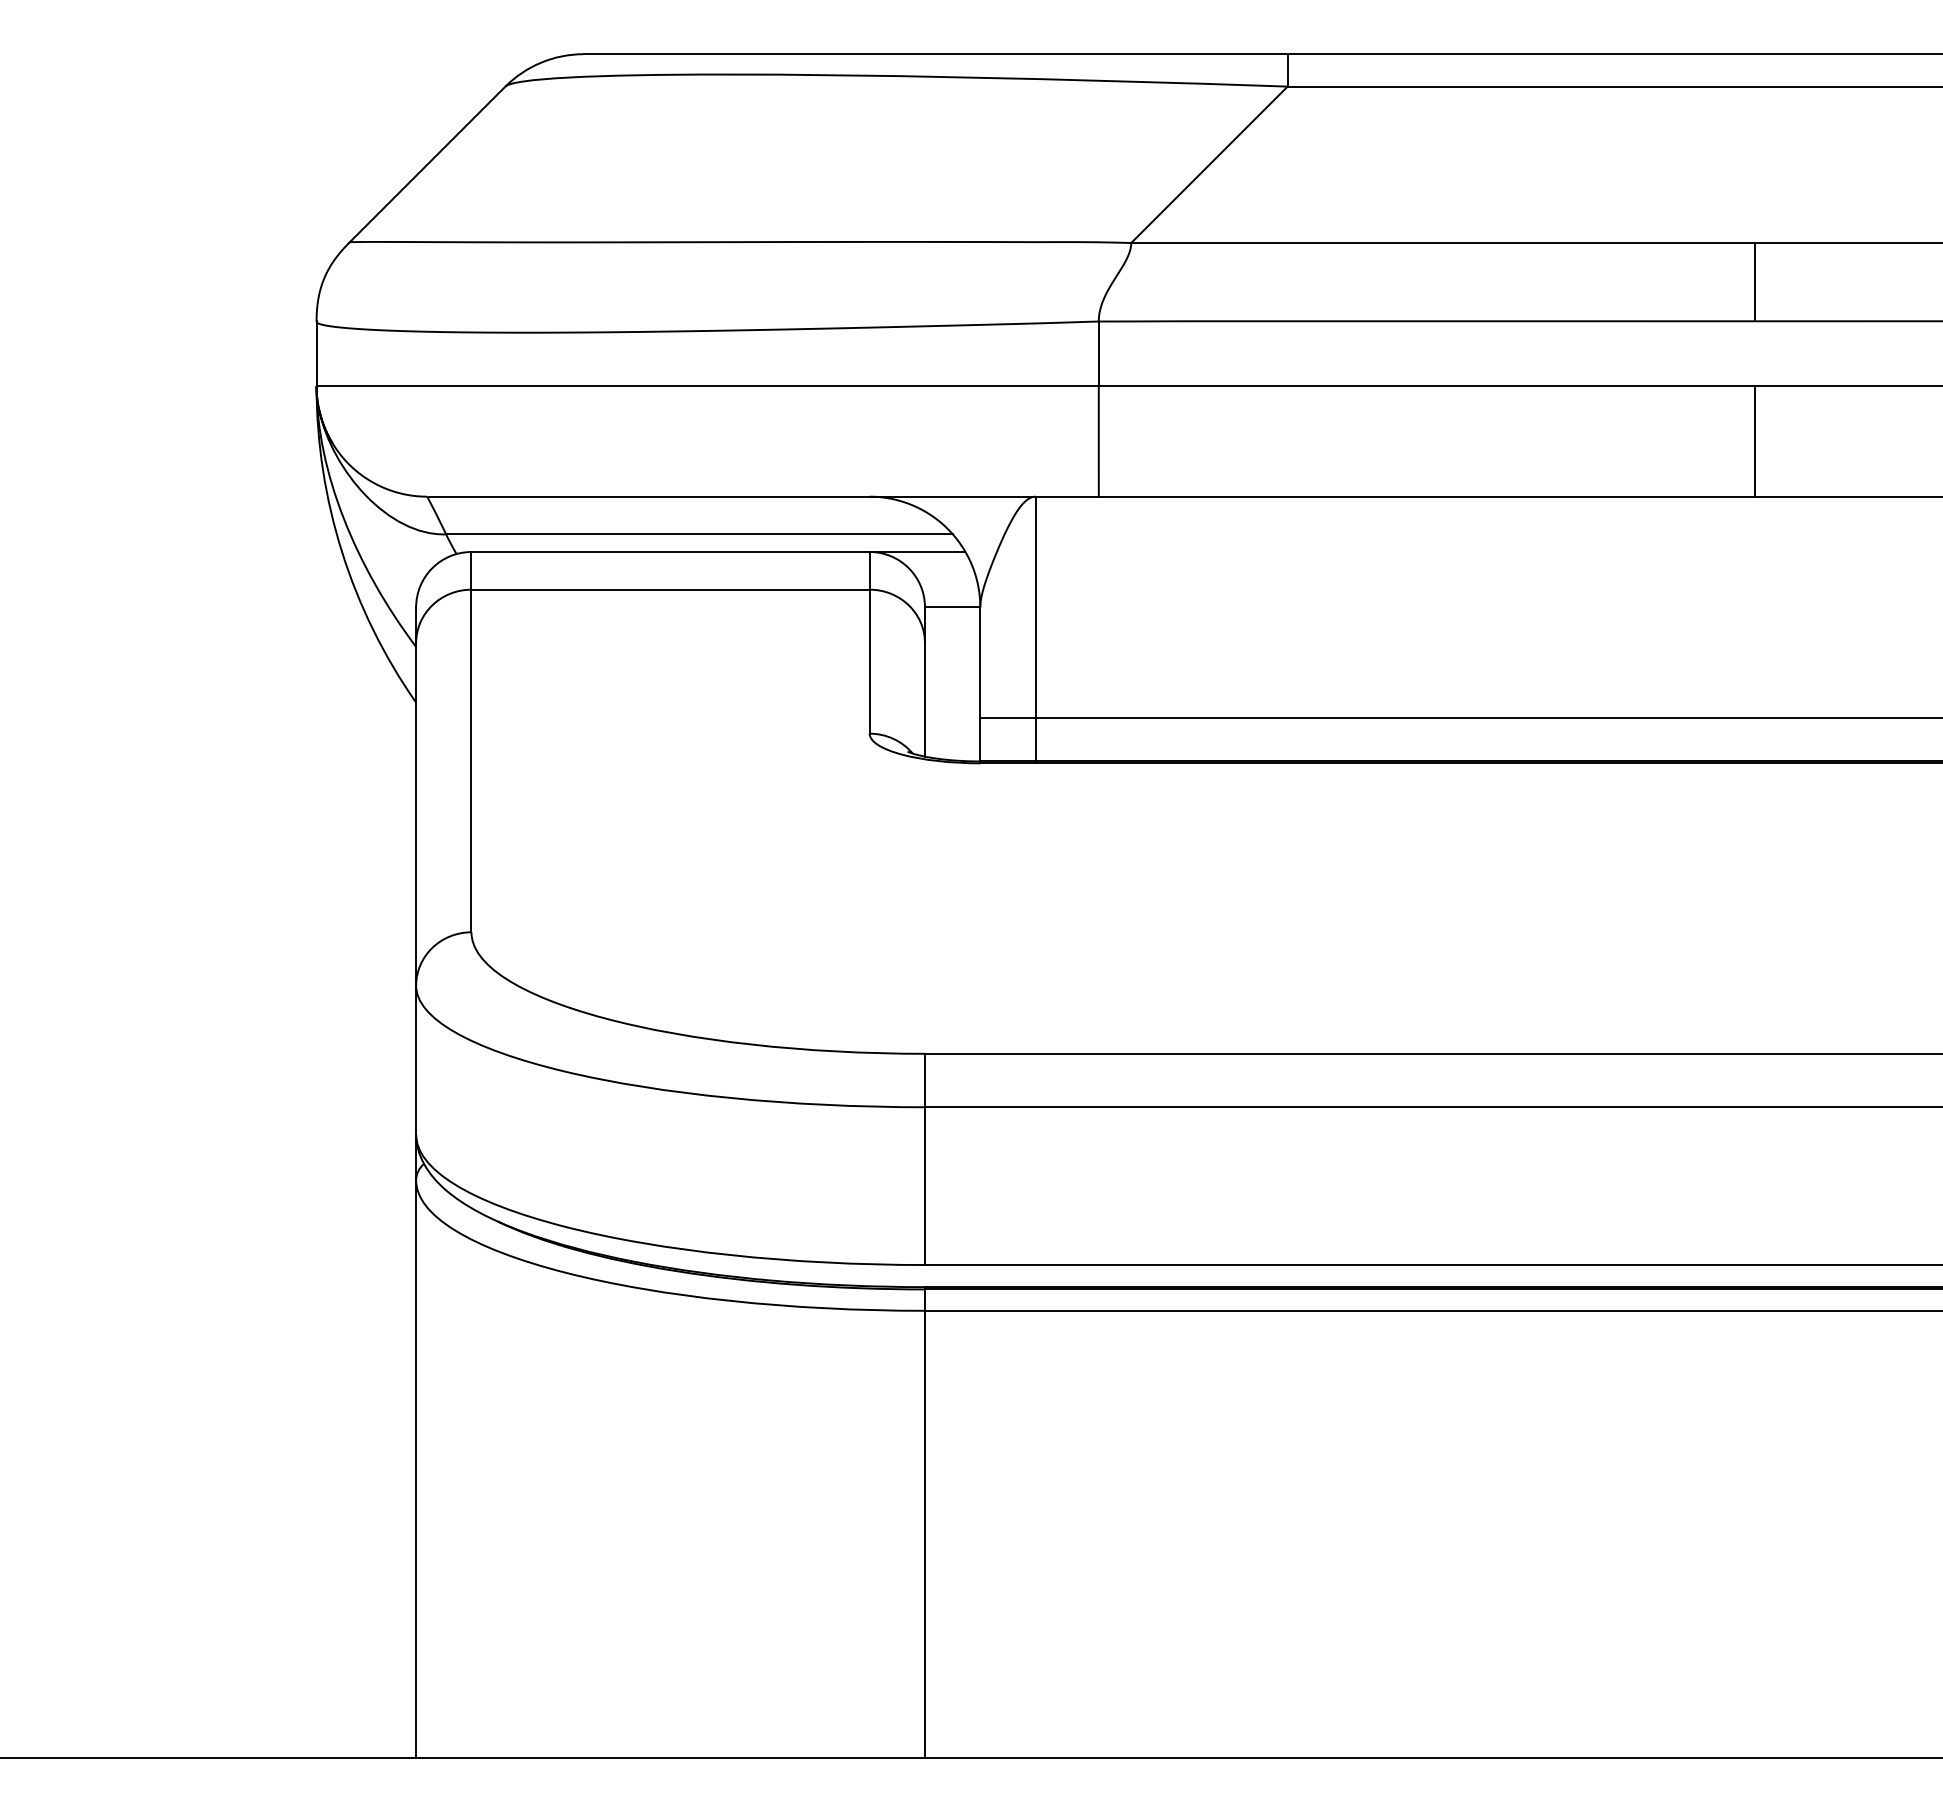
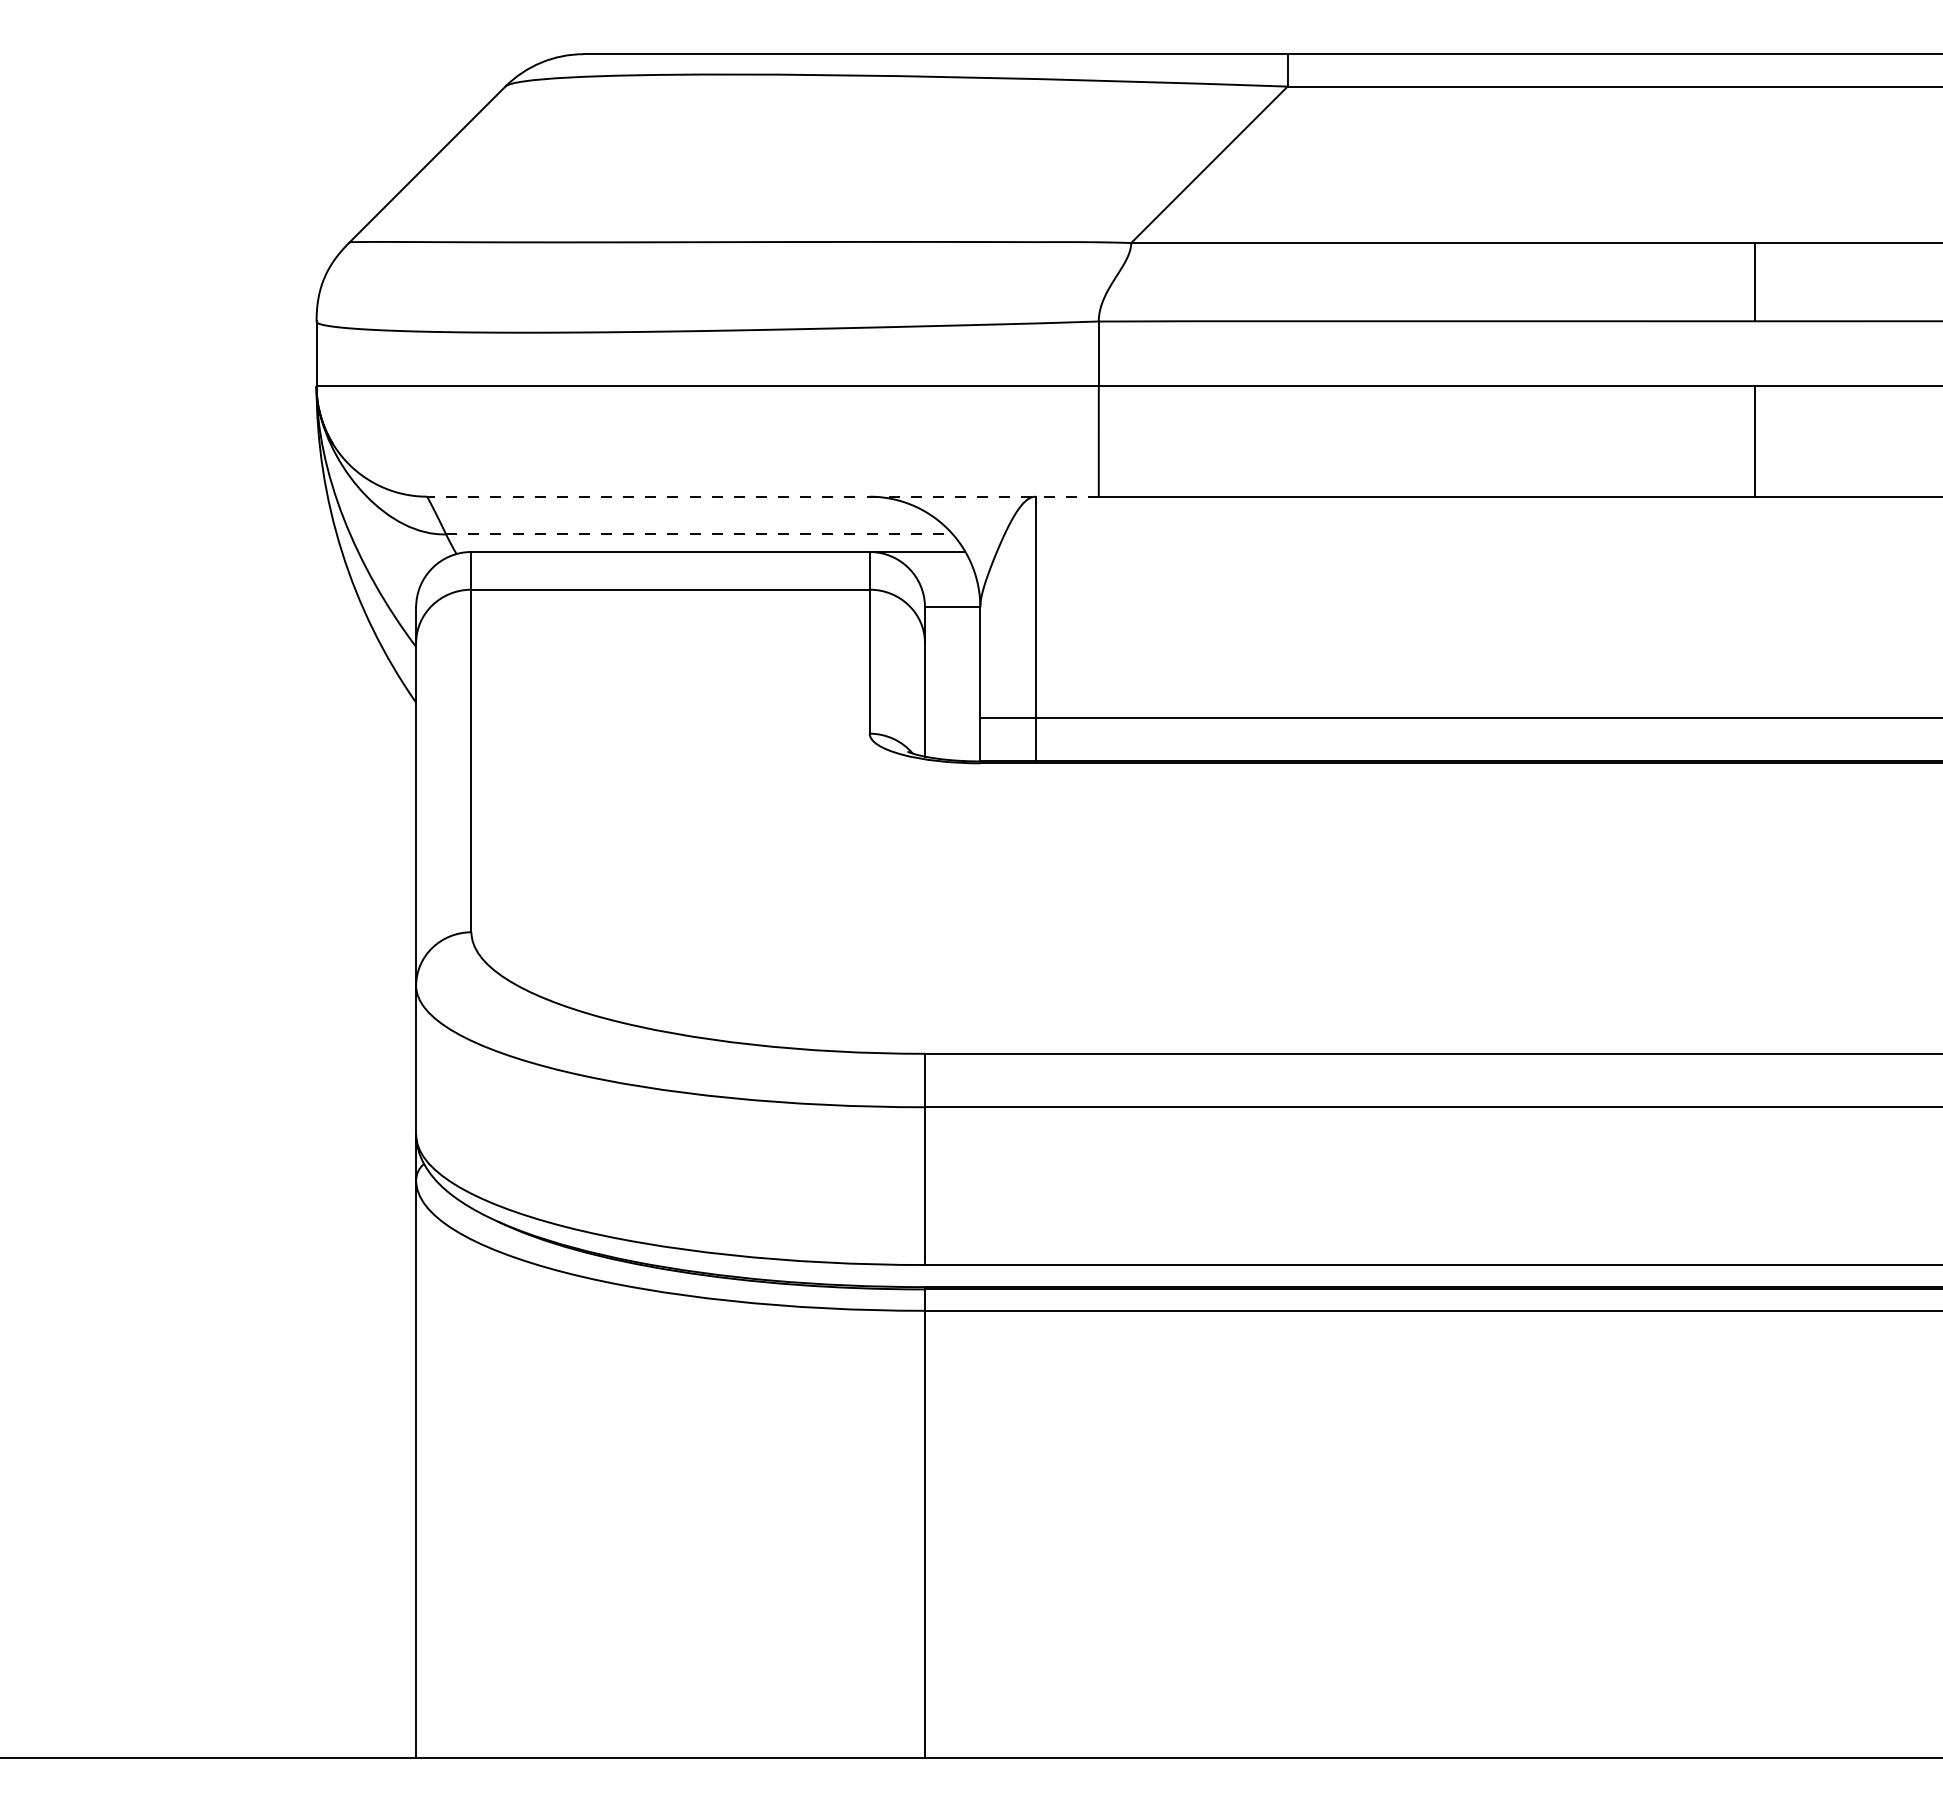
line at (763, 496): solid -> dashed
line at (700, 534): solid -> dashed
